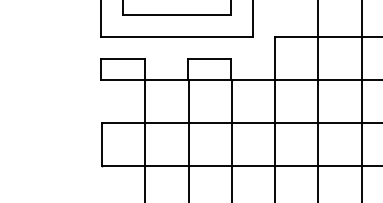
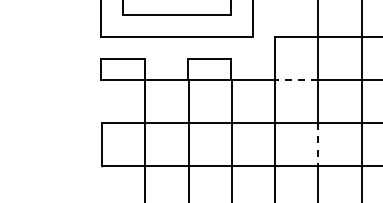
line at (296, 80): solid -> dashed
line at (318, 144): solid -> dashed
